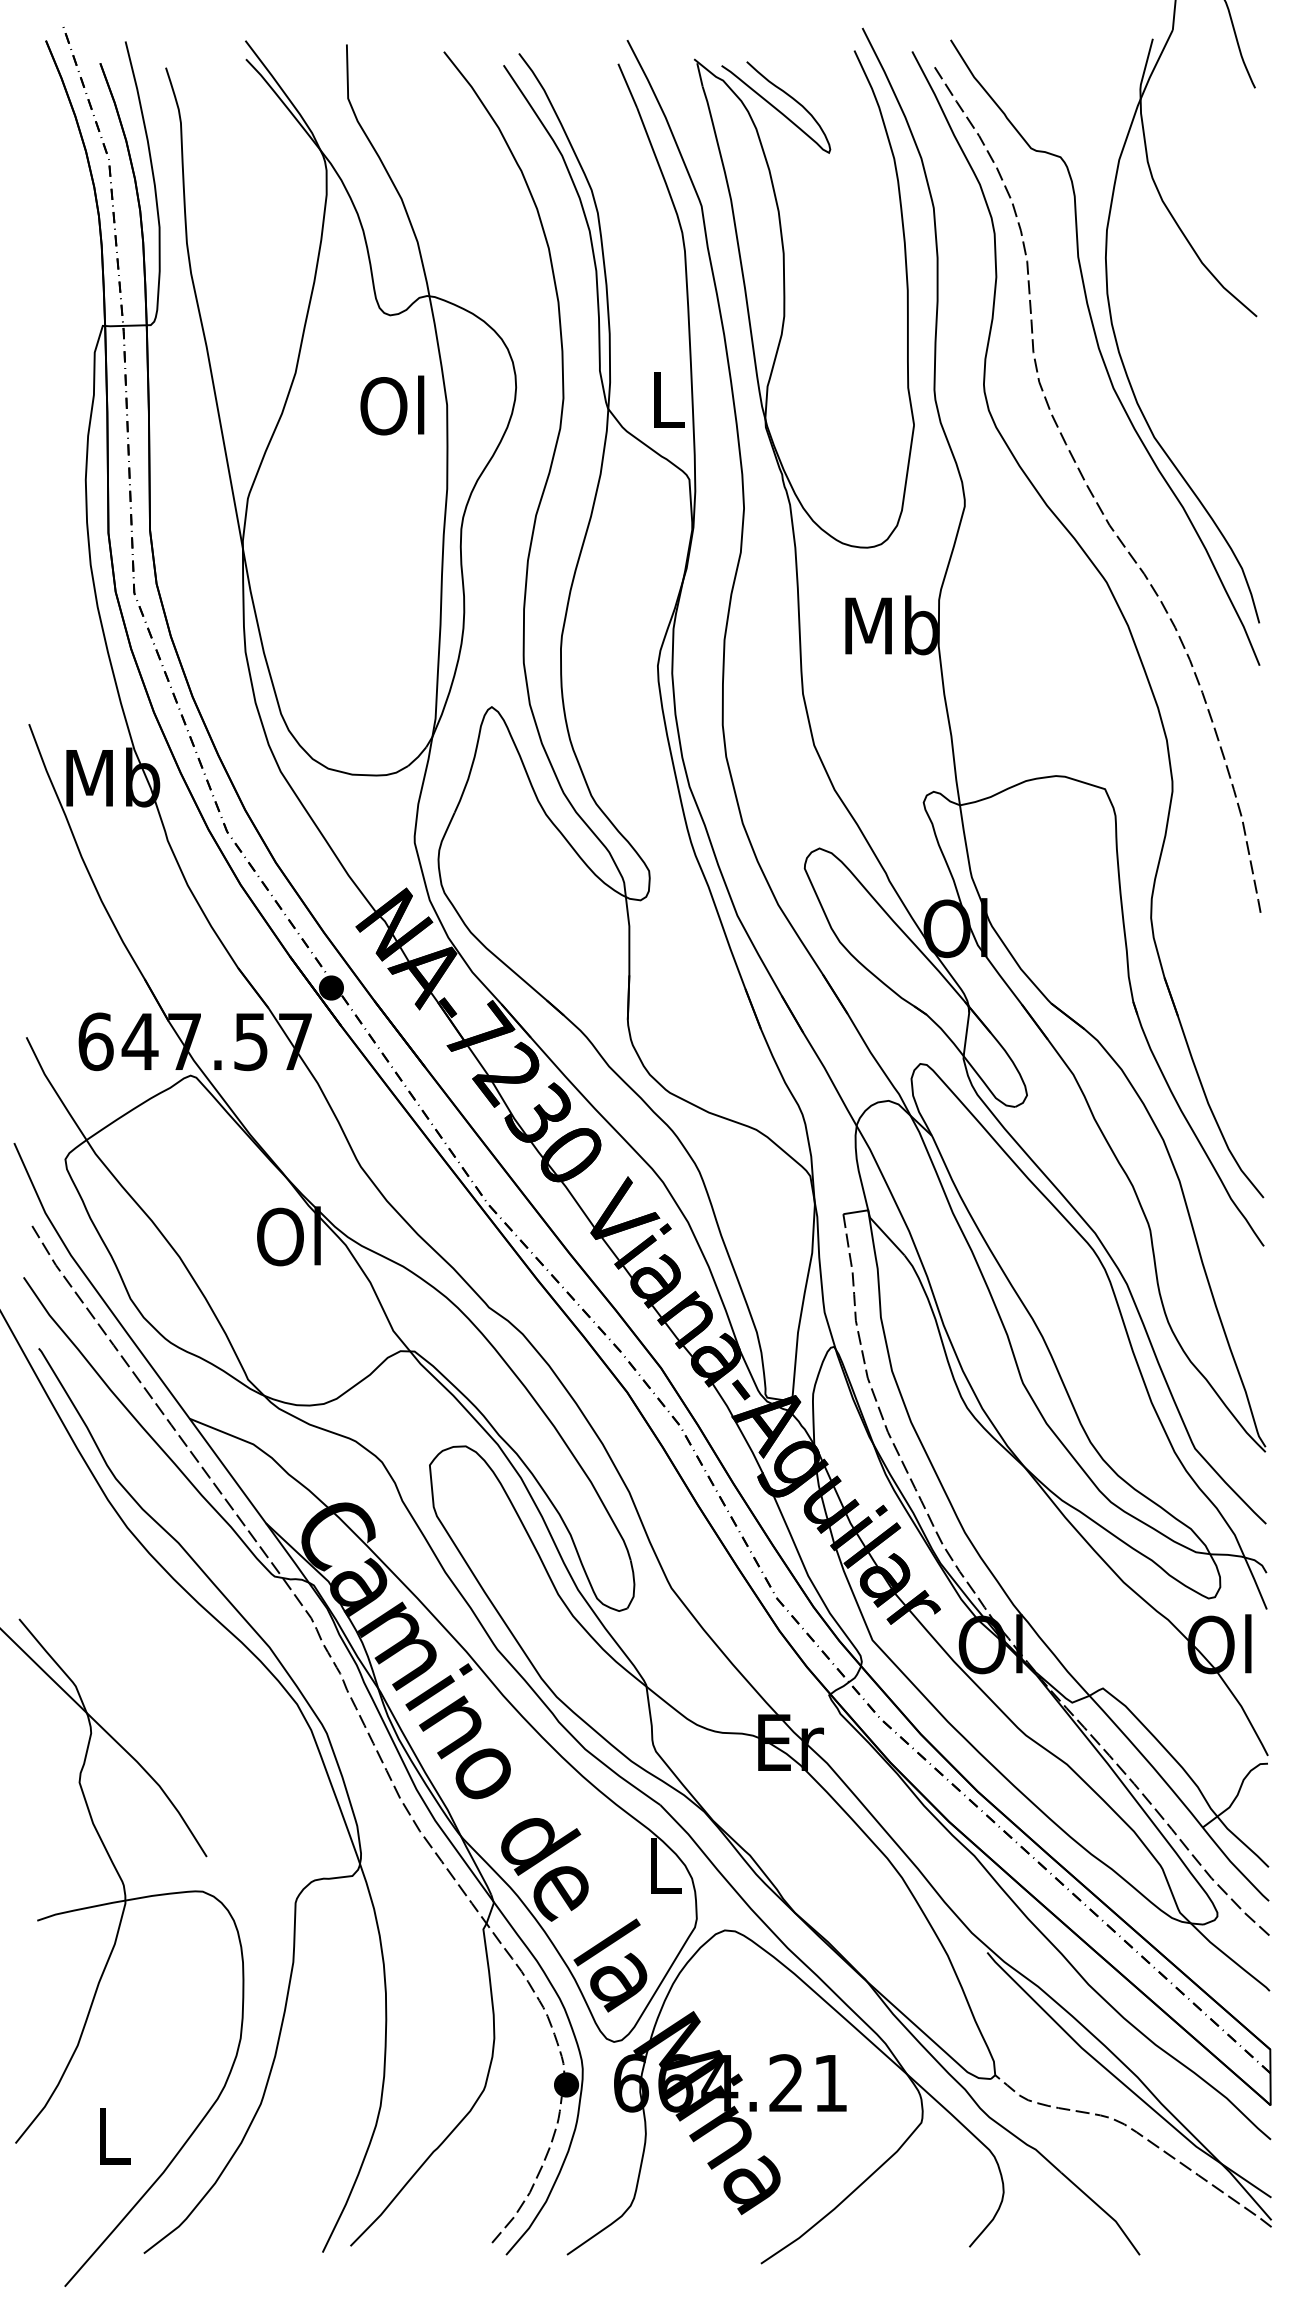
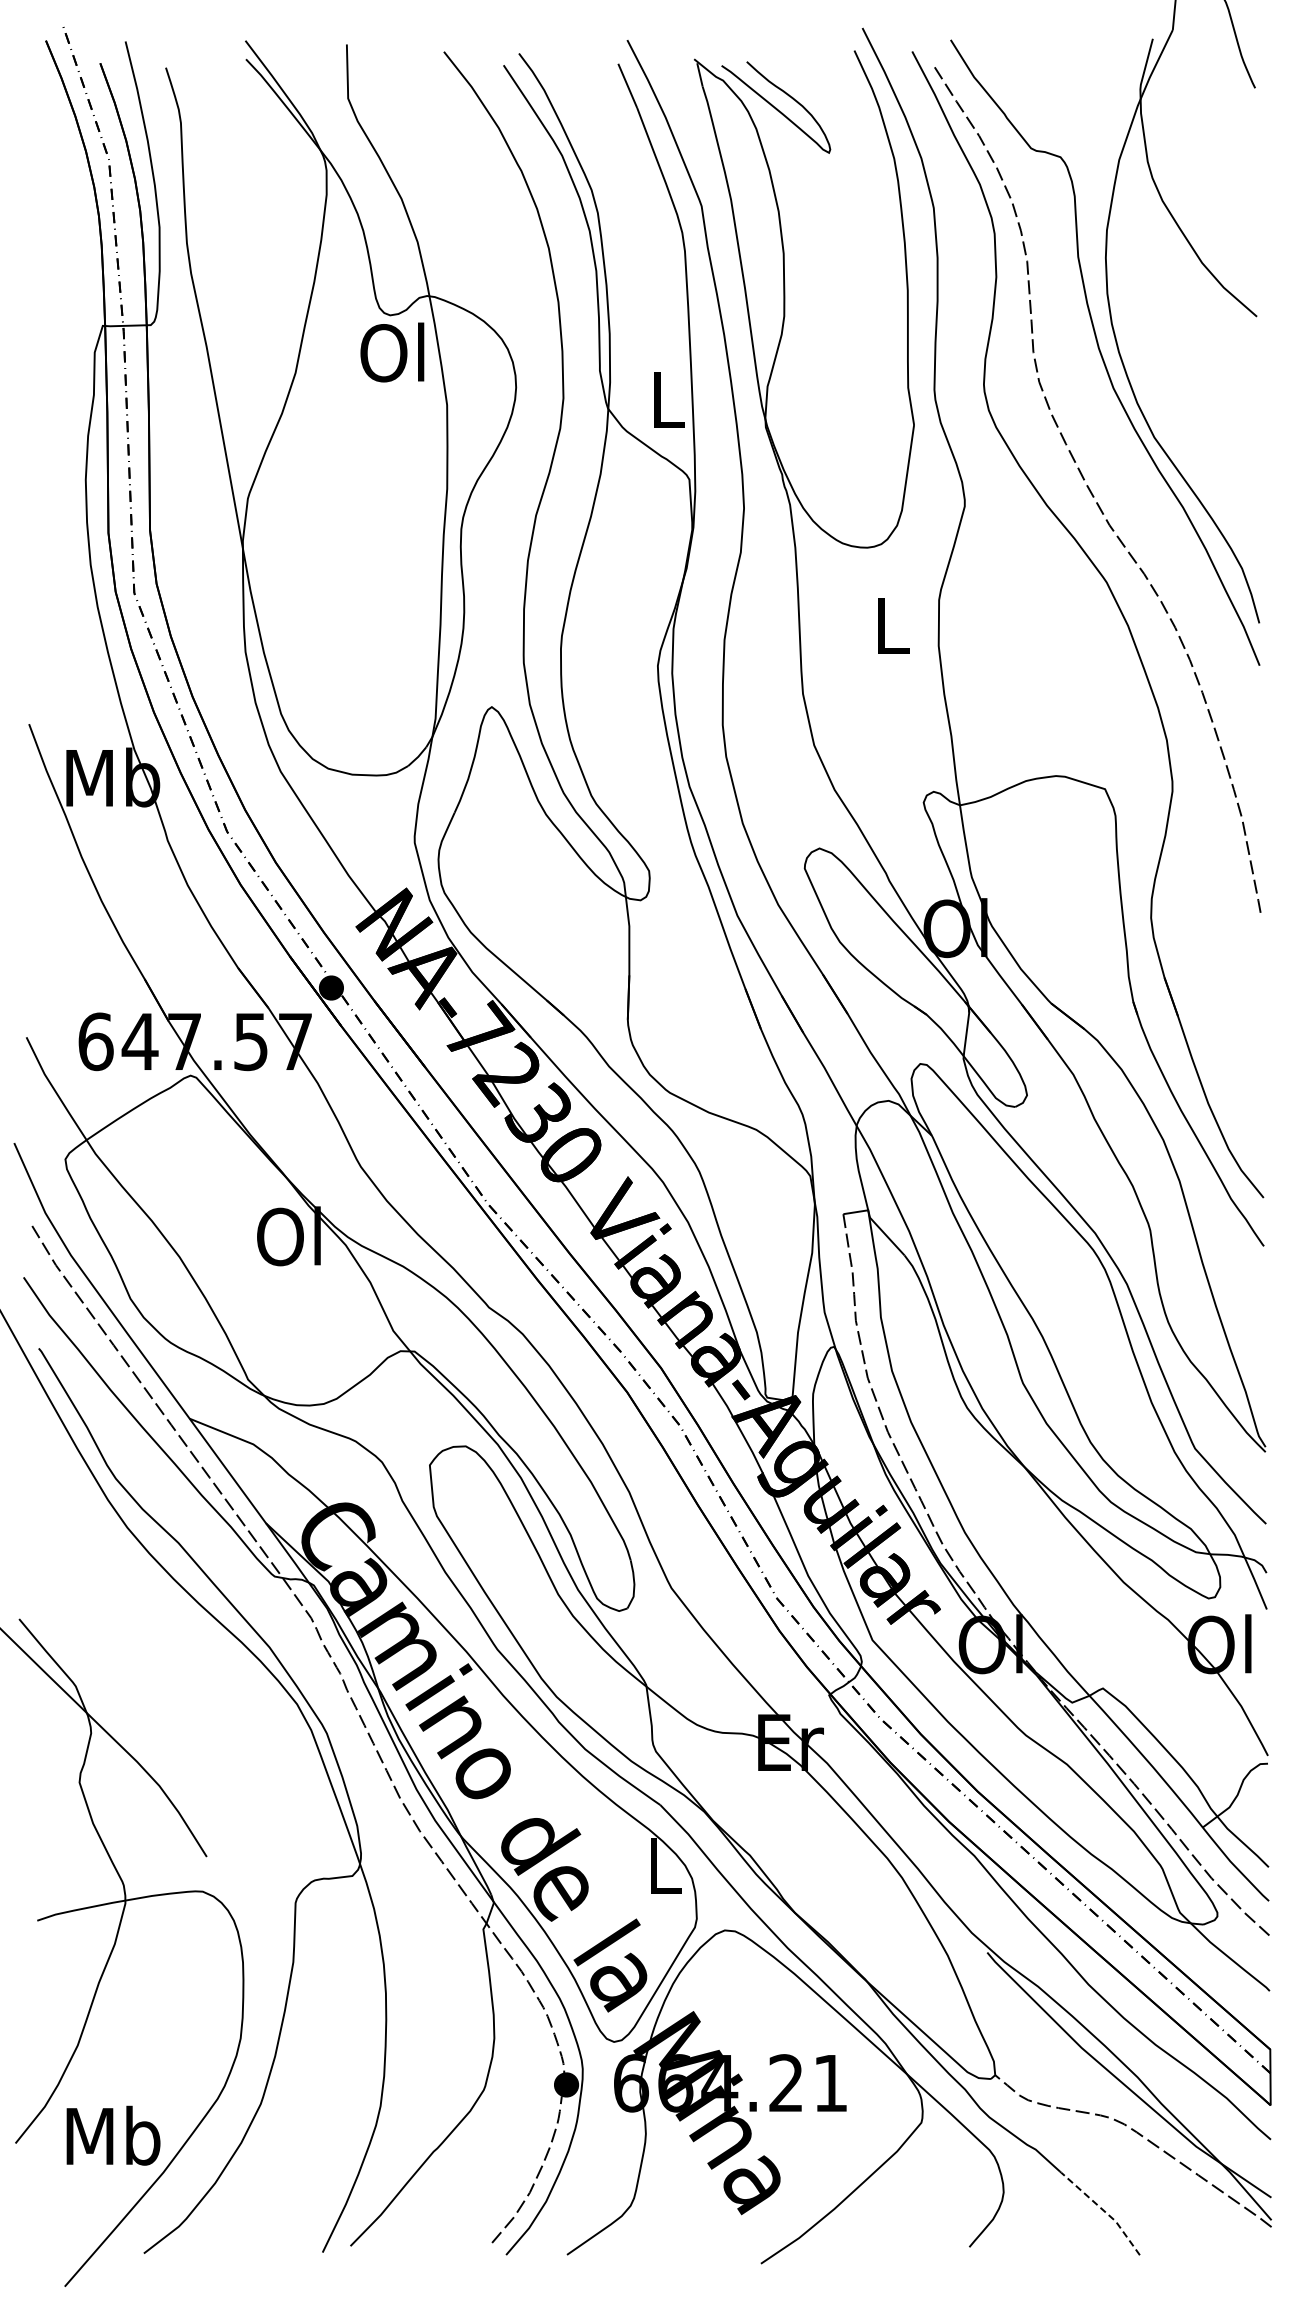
text at (392, 405) position: (392, 405) -> (392, 352)
text at (891, 625): Mb -> L
text at (113, 2135): L -> Mb
line at (1104, 2210): solid -> dashed
